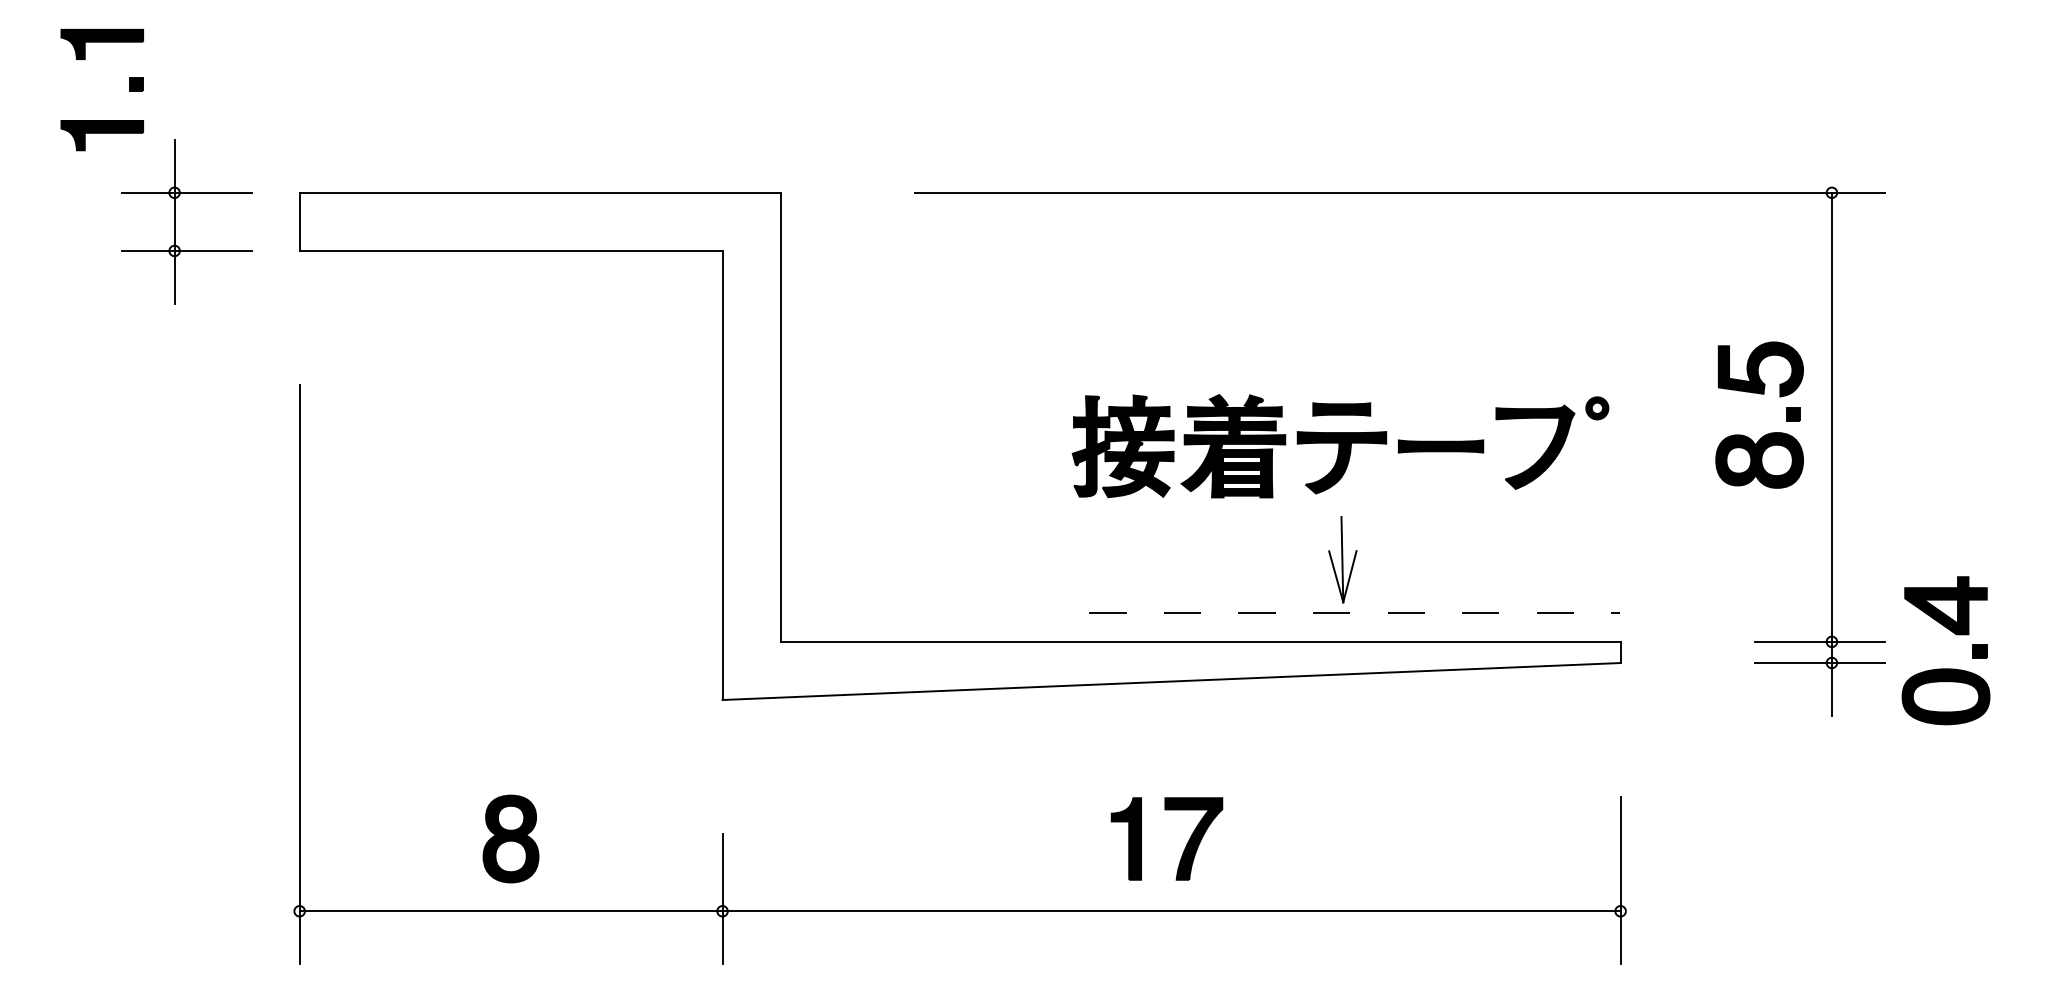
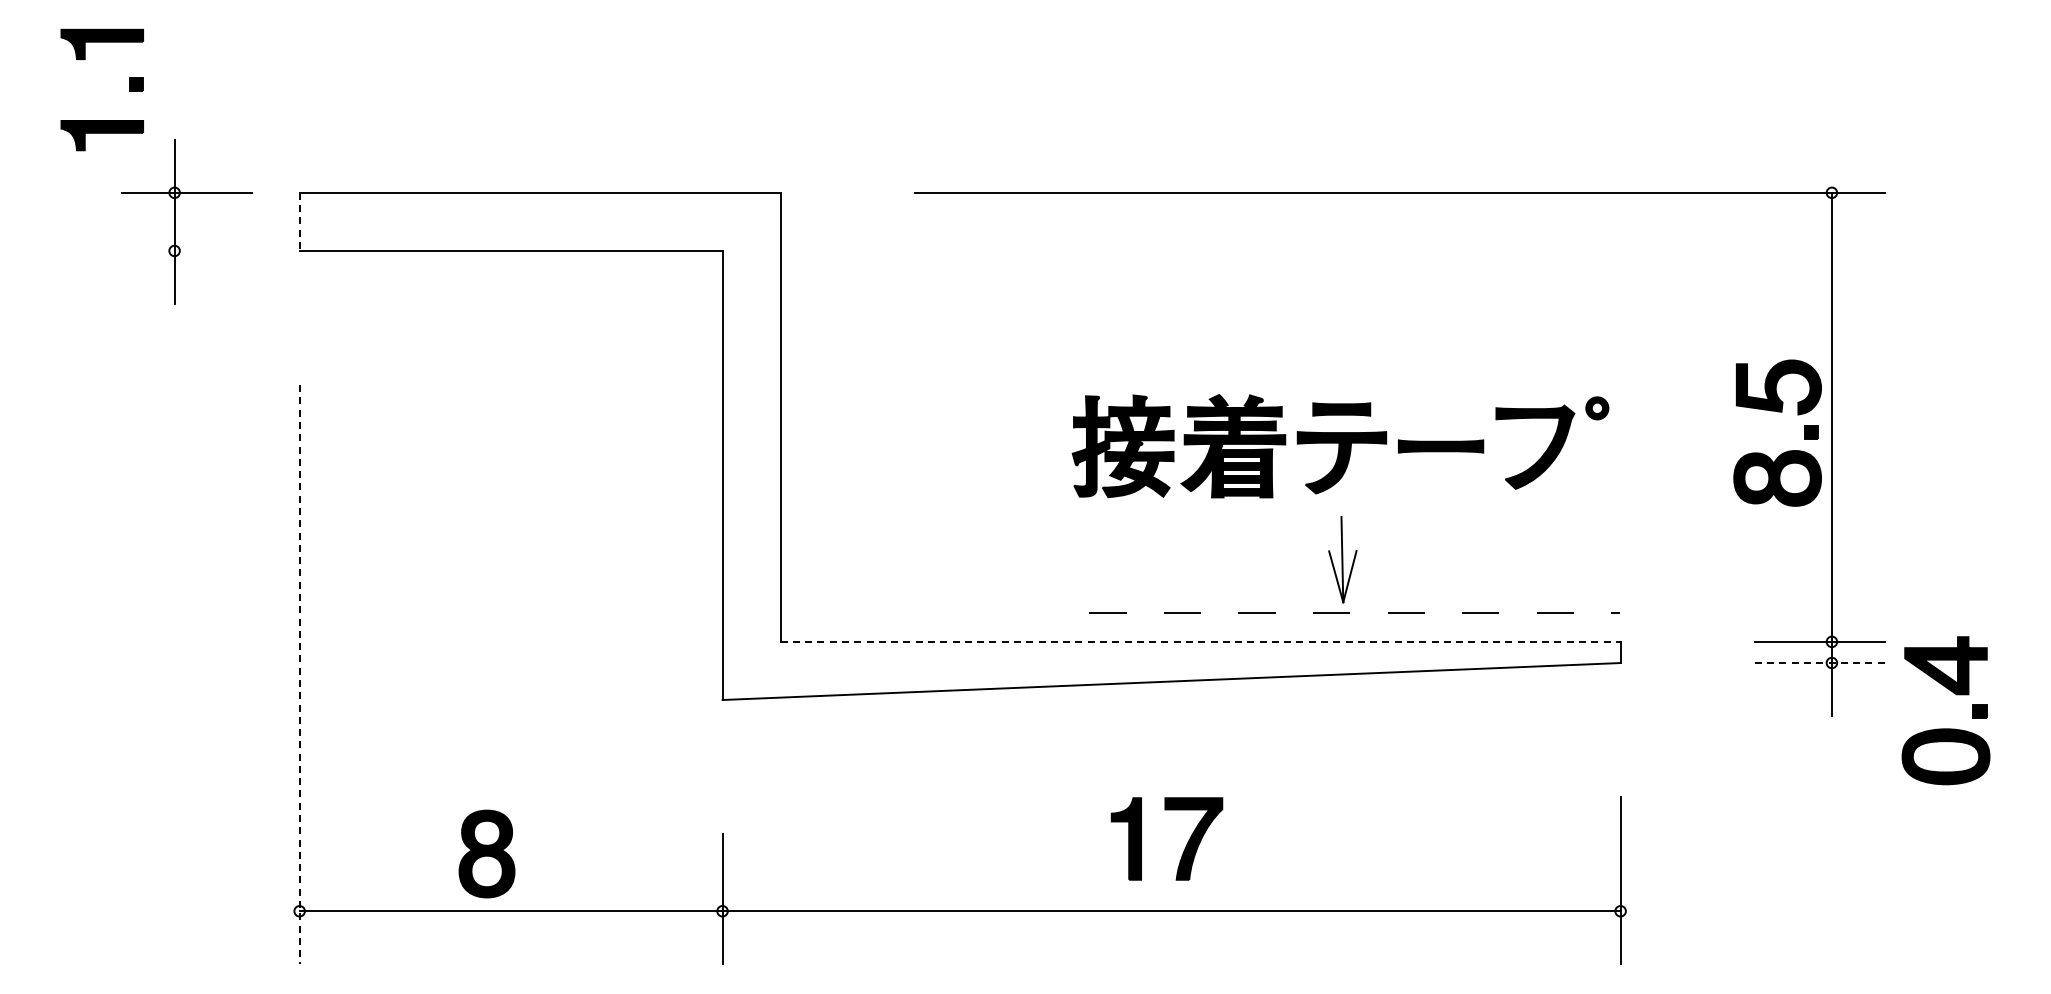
line at (299, 222): solid -> dashed
line at (186, 250): present -> none
part at (1759, 394) position: (1759, 394) -> (1777, 412)
line at (1201, 641): solid -> dashed
line at (1819, 663): solid -> dashed
part at (1945, 668) position: (1945, 668) -> (1945, 728)
line at (299, 675): solid -> dashed
part at (510, 838) position: (510, 838) -> (486, 853)
